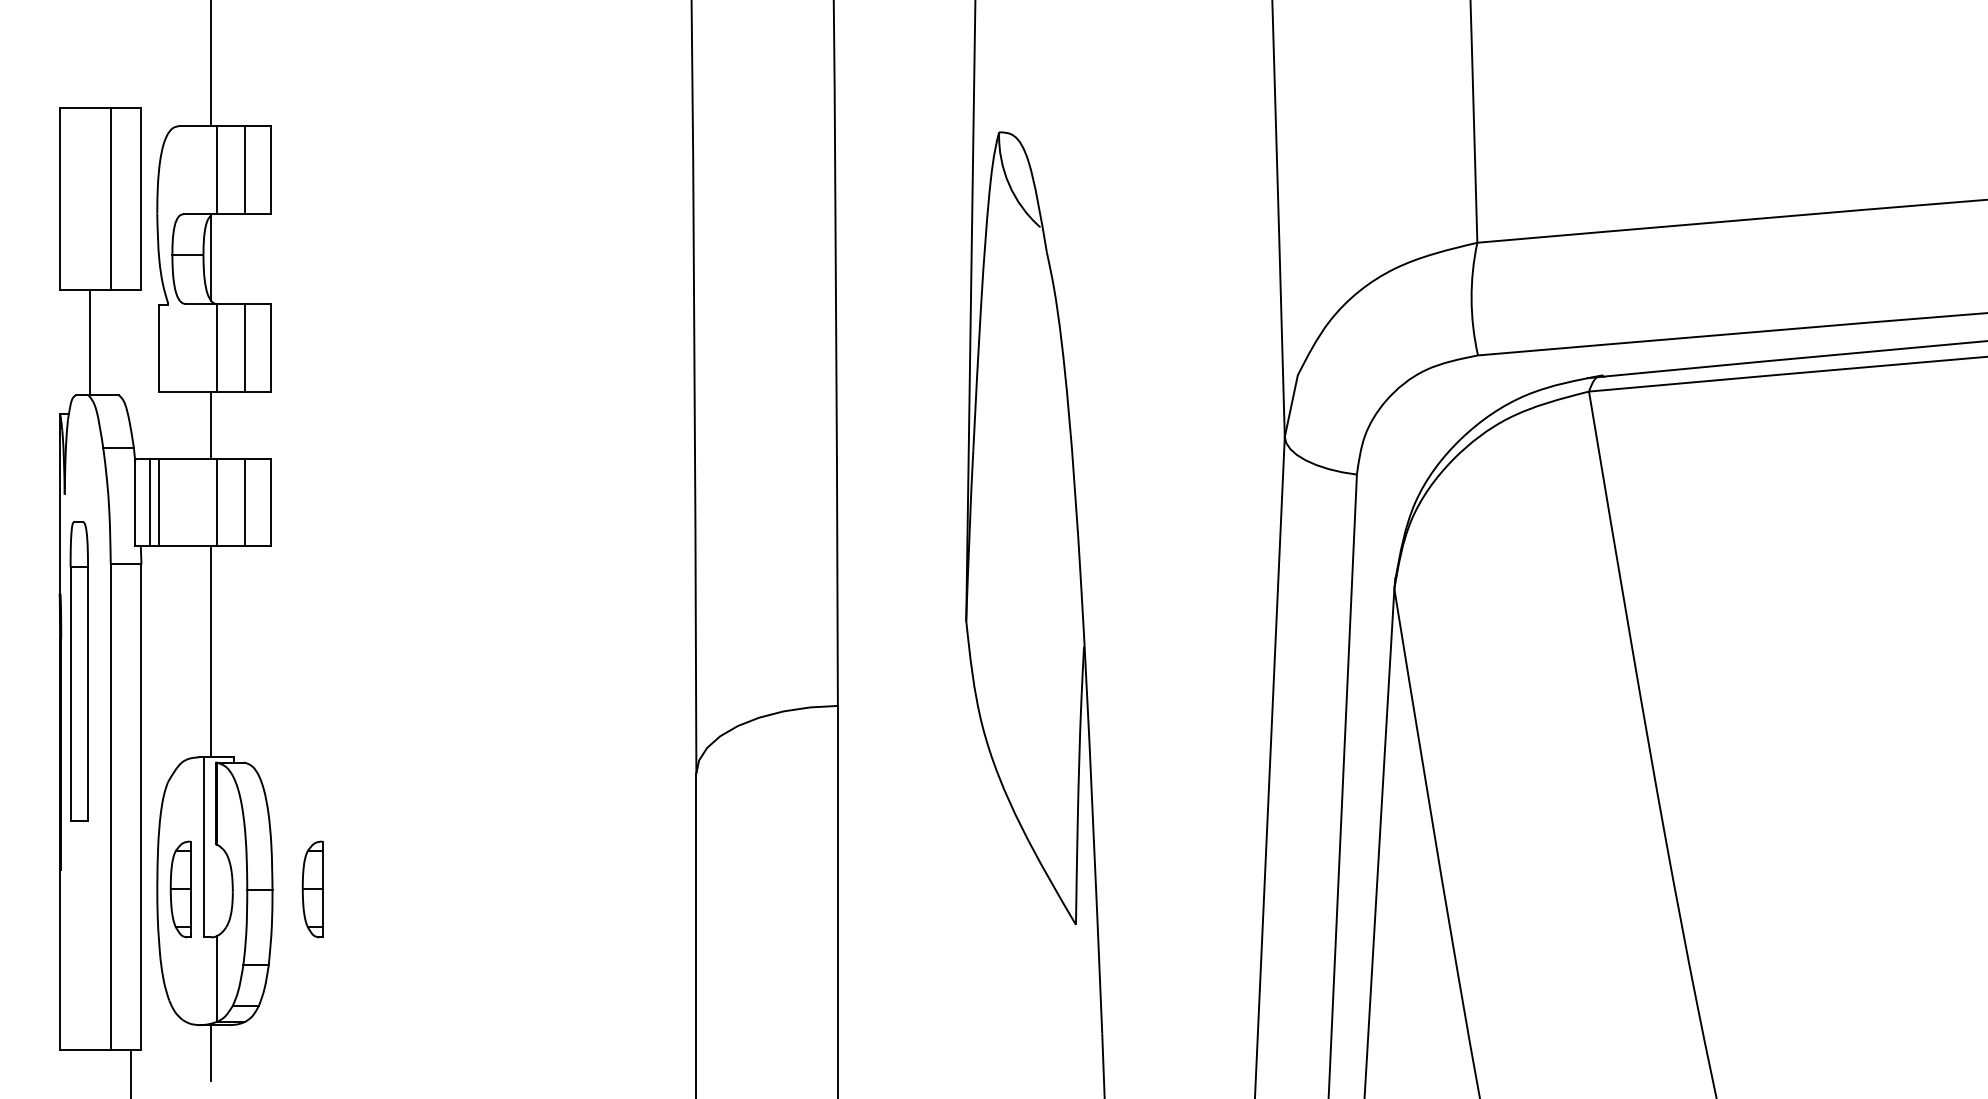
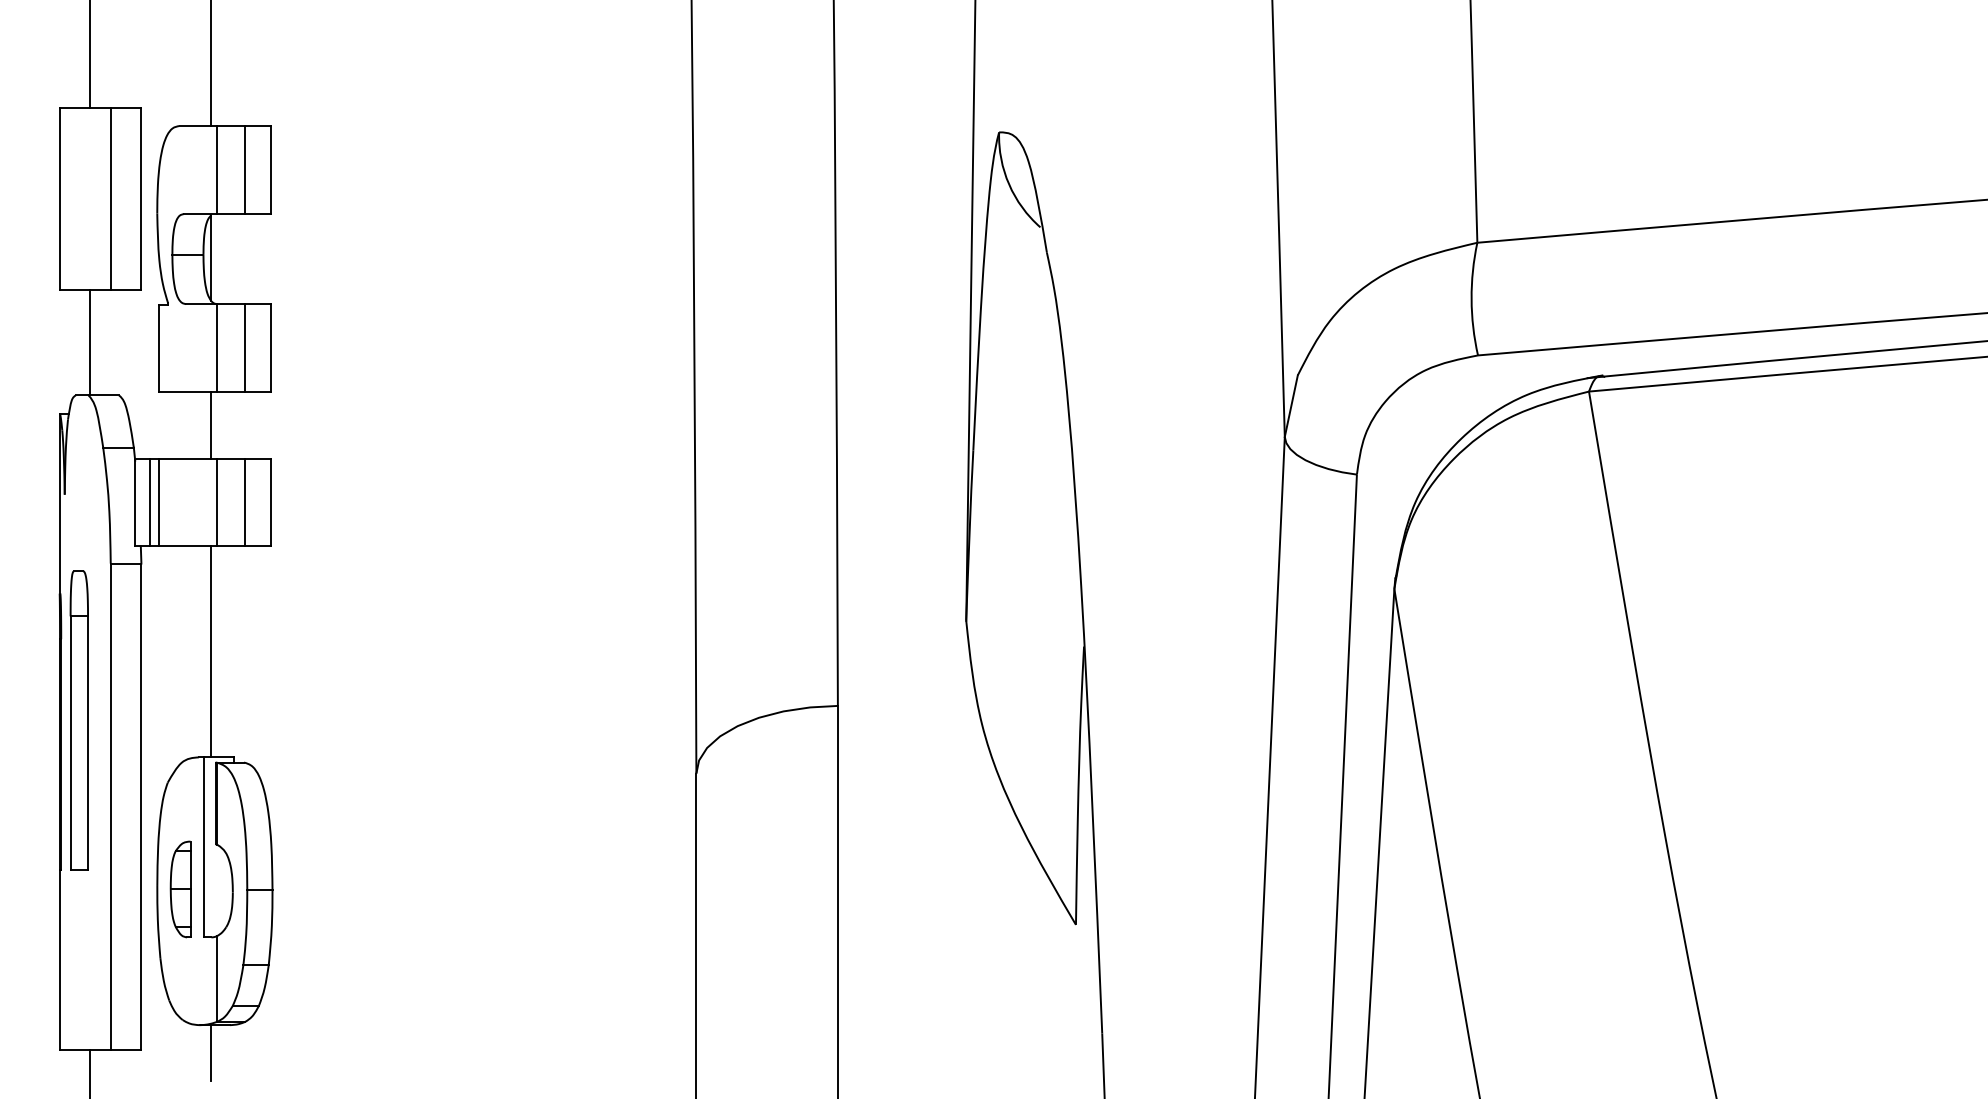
line at (89, 55): none -> present
part at (78, 671) position: (78, 671) -> (78, 720)
part at (312, 889): present -> none
line at (130, 1072) position: (130, 1072) -> (89, 1072)
